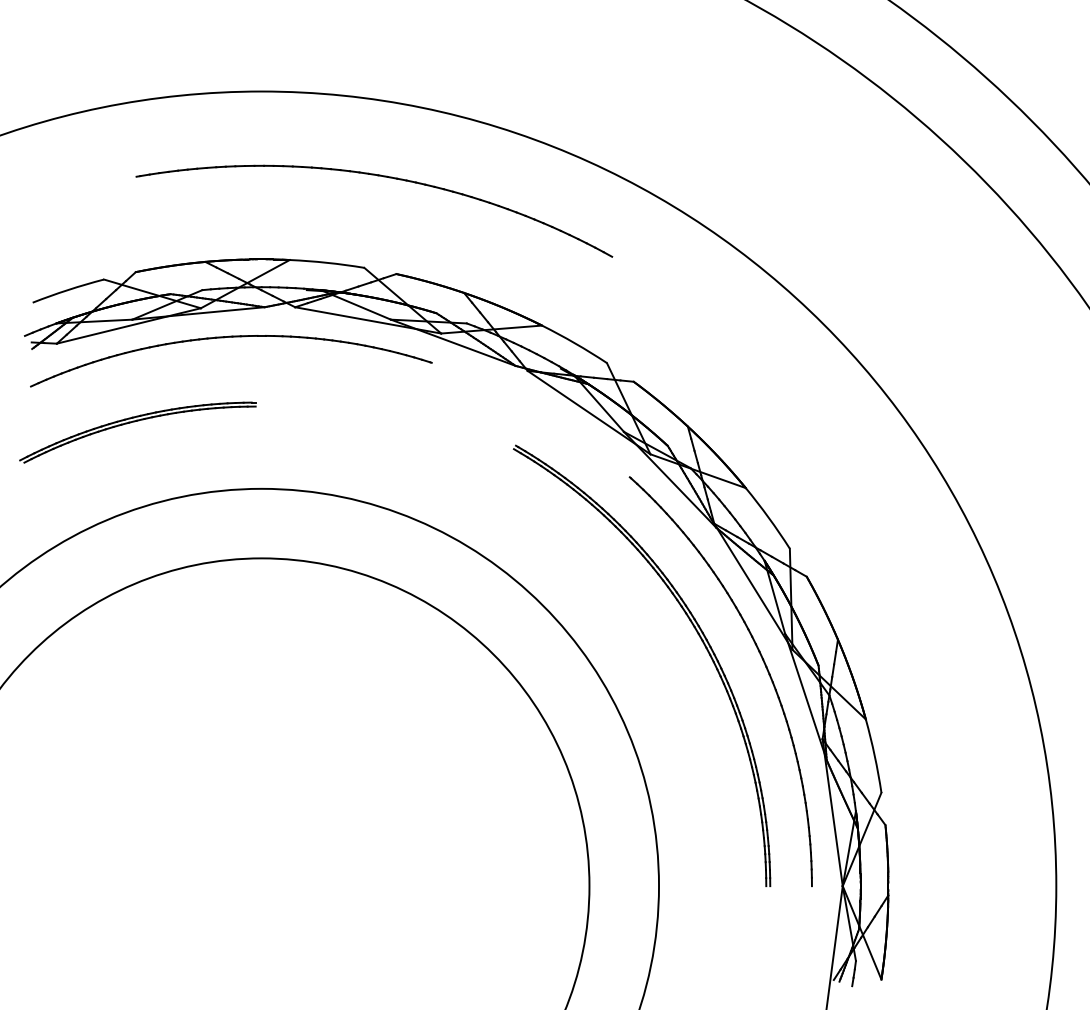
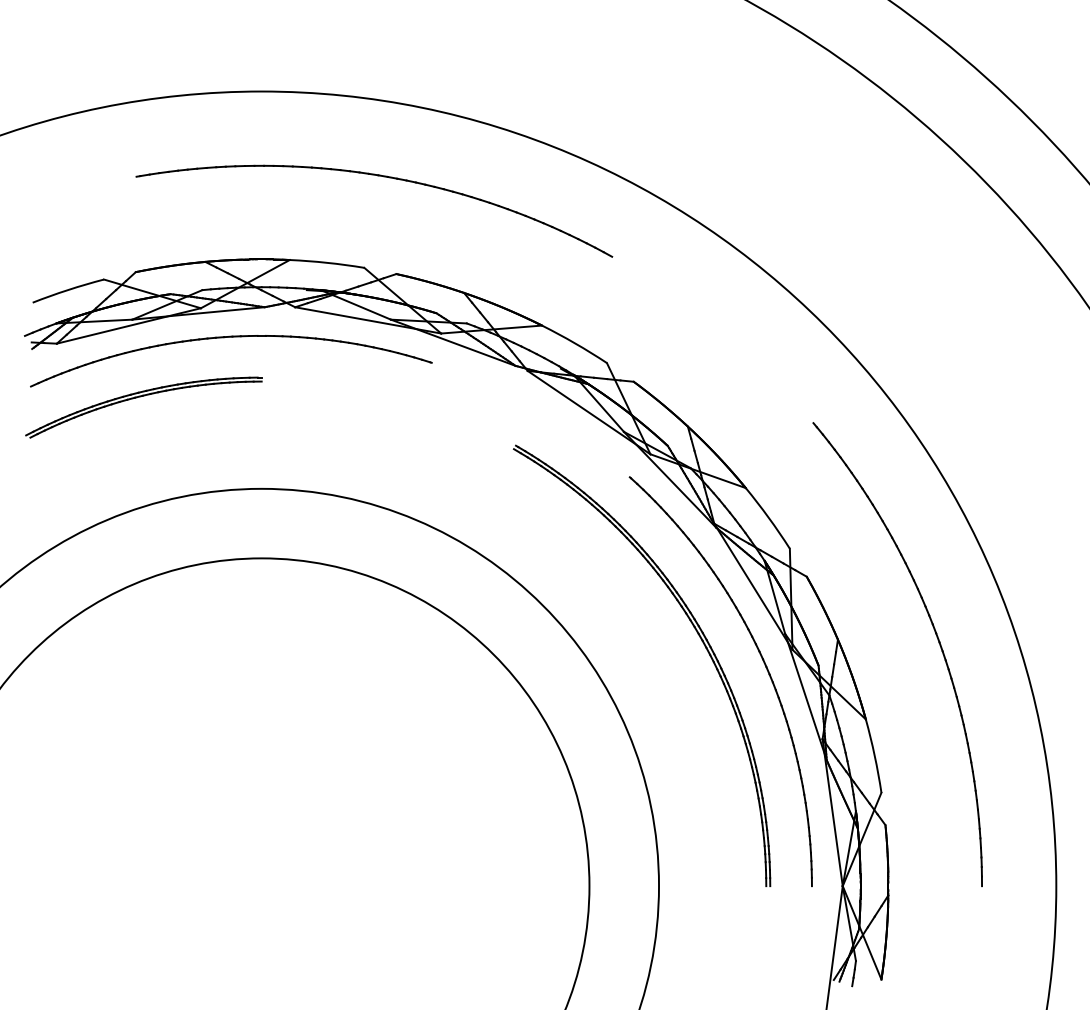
part at (134, 422) position: (134, 422) -> (140, 397)
part at (937, 640): none -> present
